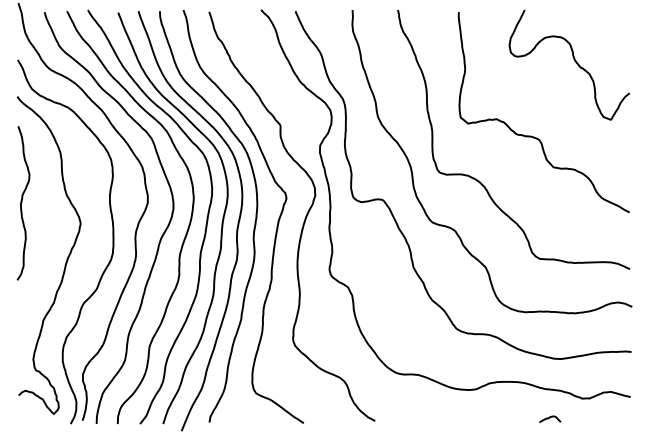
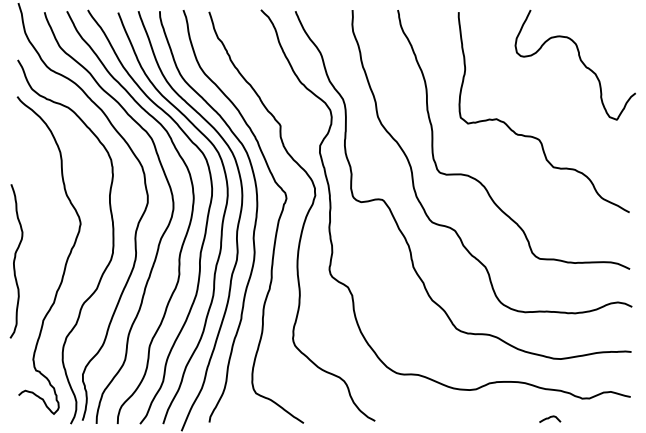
curve at (574, 61) position: (574, 61) -> (580, 61)
curve at (22, 202) position: (22, 202) -> (15, 260)
